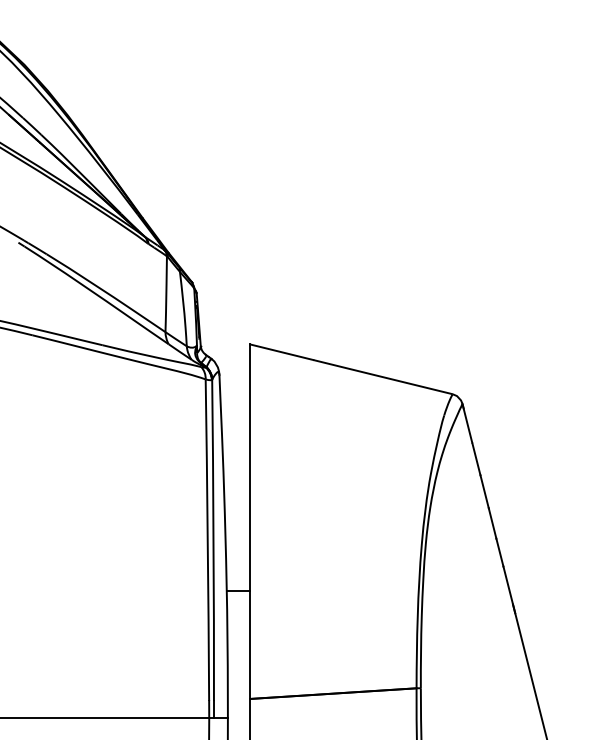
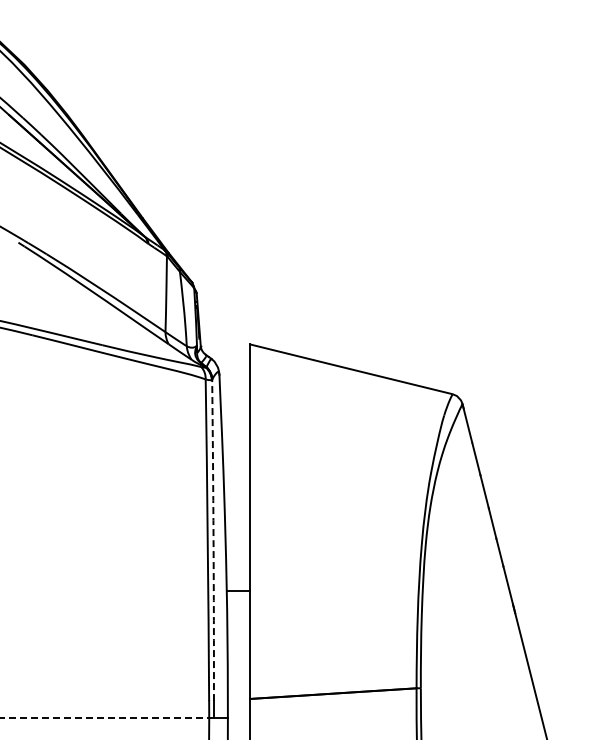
arc at (213, 540): solid -> dashed
line at (106, 717): solid -> dashed
